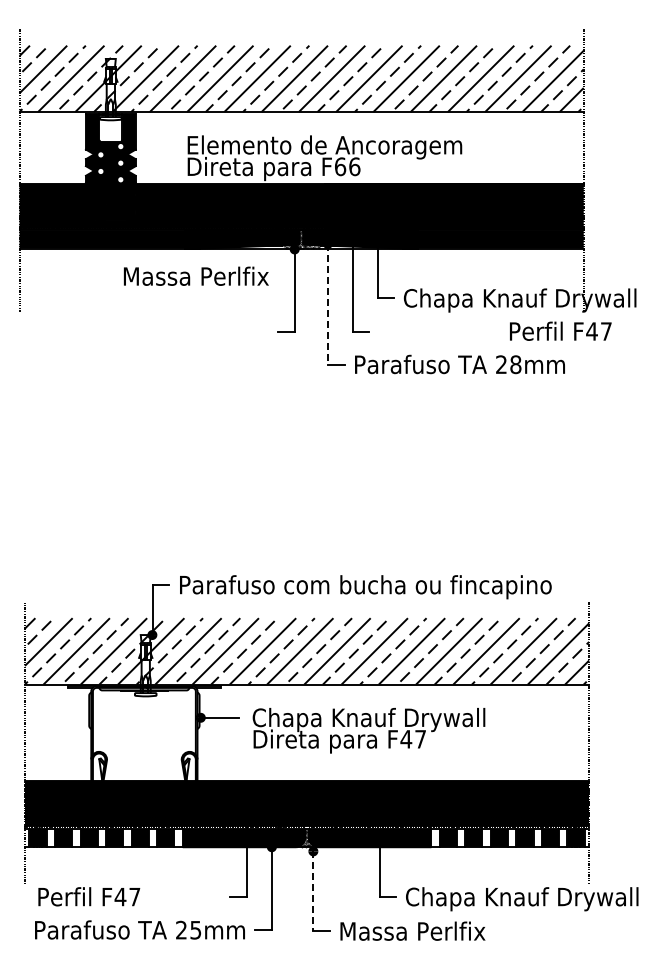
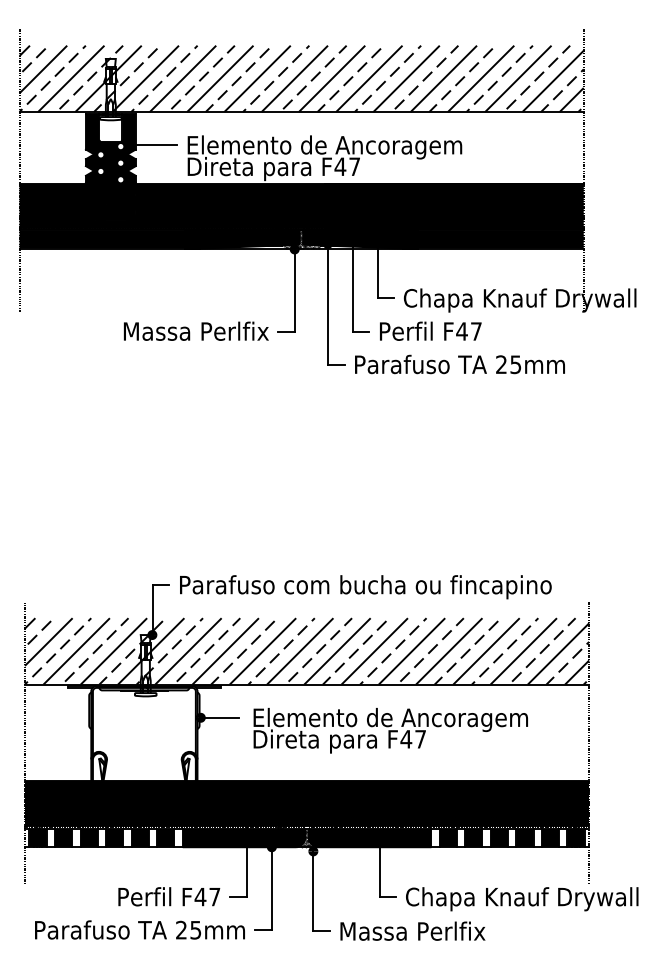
line at (153, 145): none -> present
text at (347, 166): F66 -> F47
text at (196, 275) position: (196, 275) -> (196, 330)
line at (327, 304): dashed -> solid
text at (560, 330) position: (560, 330) -> (430, 330)
text at (515, 364): 28mm -> 25mm
text at (389, 719): Chapa Knauf Drywall -> Elemento de Ancoragem
line at (313, 891): dashed -> solid
text at (89, 896) position: (89, 896) -> (169, 896)
